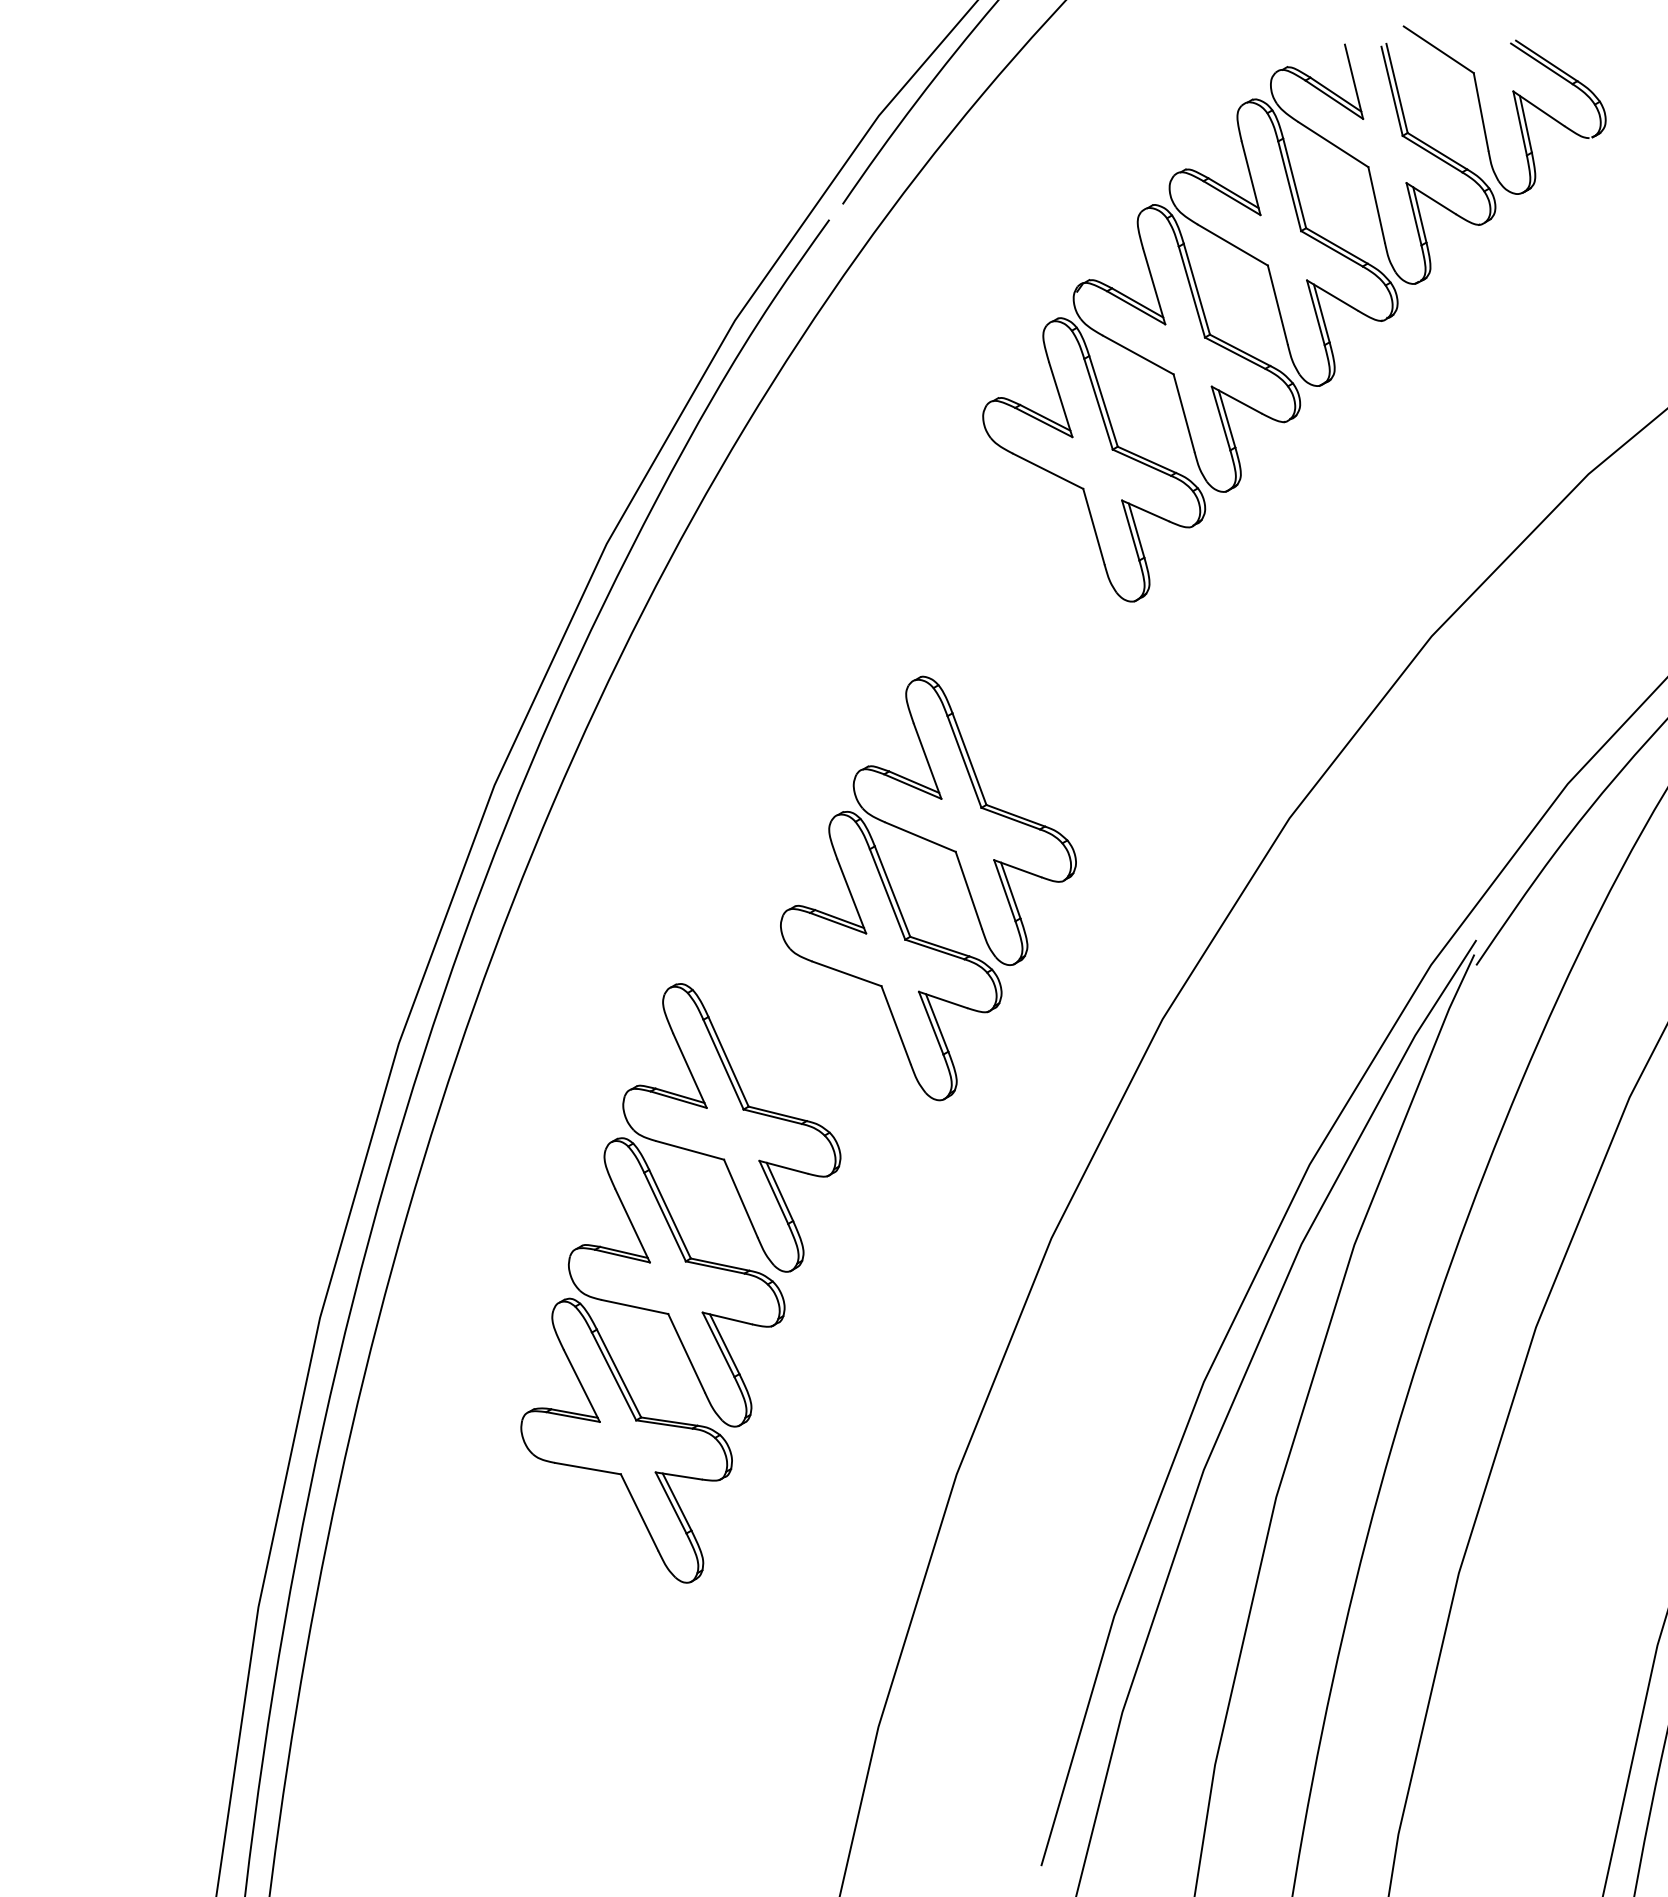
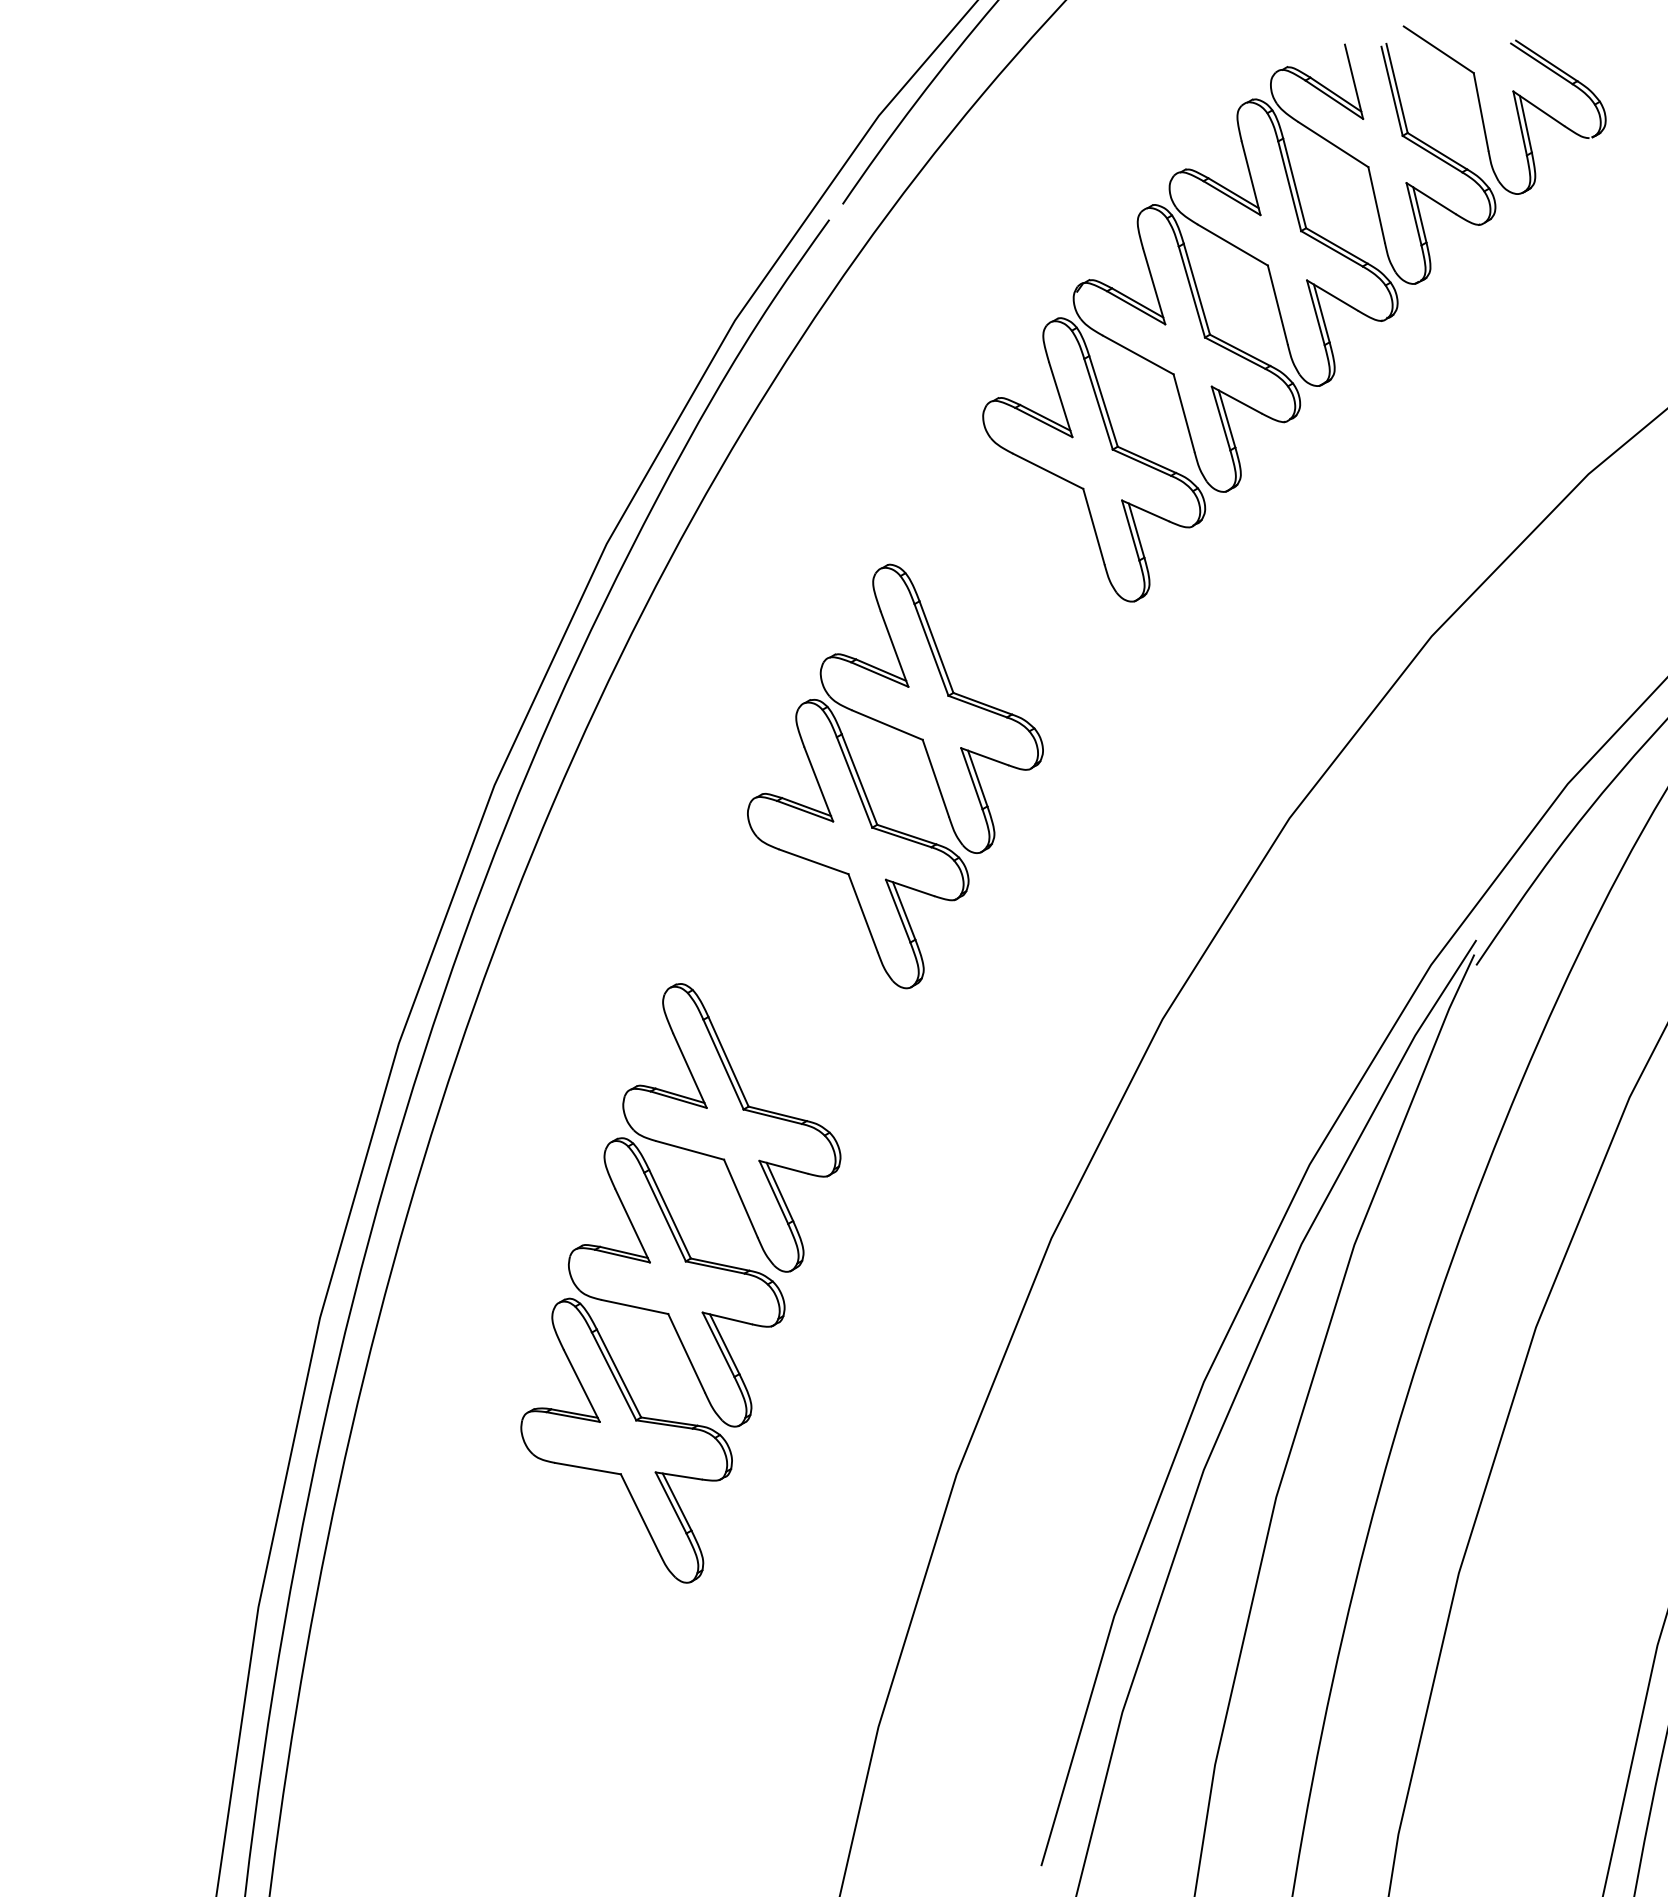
part at (896, 898) position: (896, 898) -> (863, 786)
